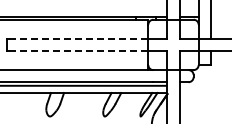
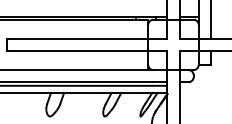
line at (78, 38): dashed -> solid
line at (78, 50): dashed -> solid
